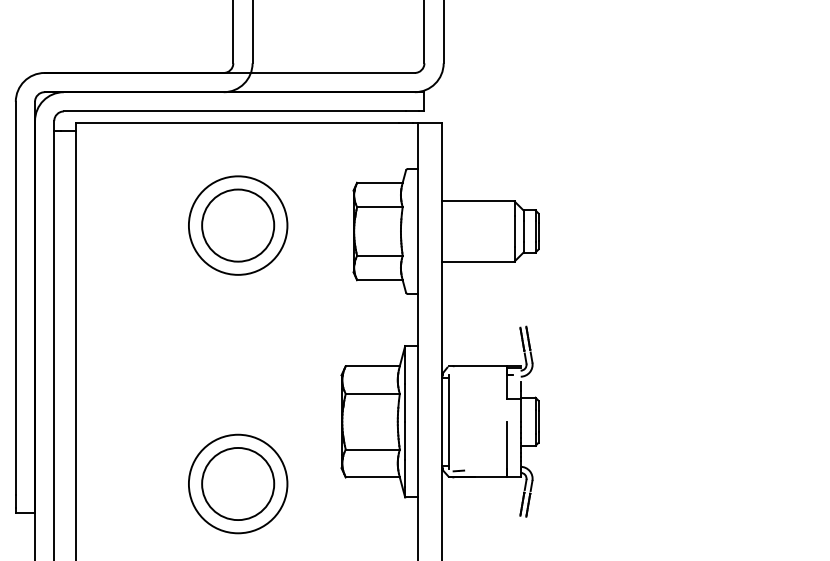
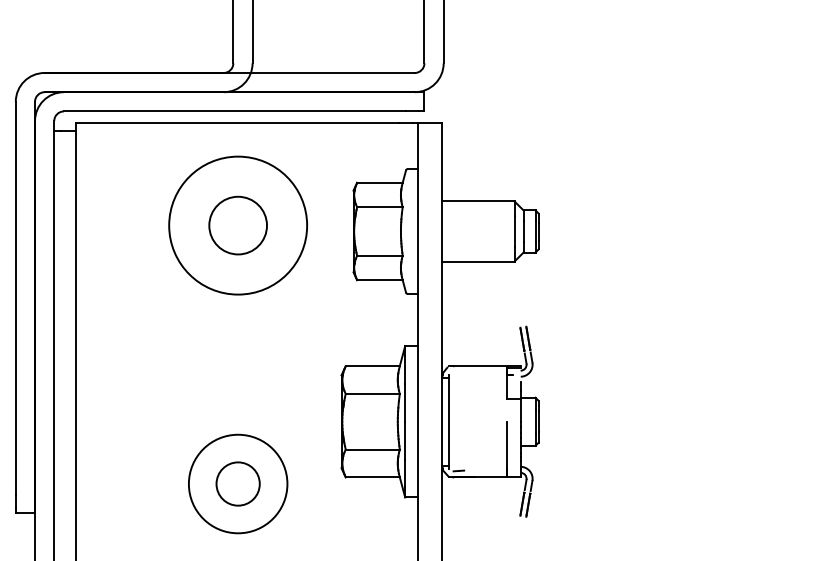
circle at (237, 225) diameter: 99 px -> 138 px
circle at (238, 225) diameter: 72 px -> 58 px
circle at (238, 483) diameter: 72 px -> 43 px
